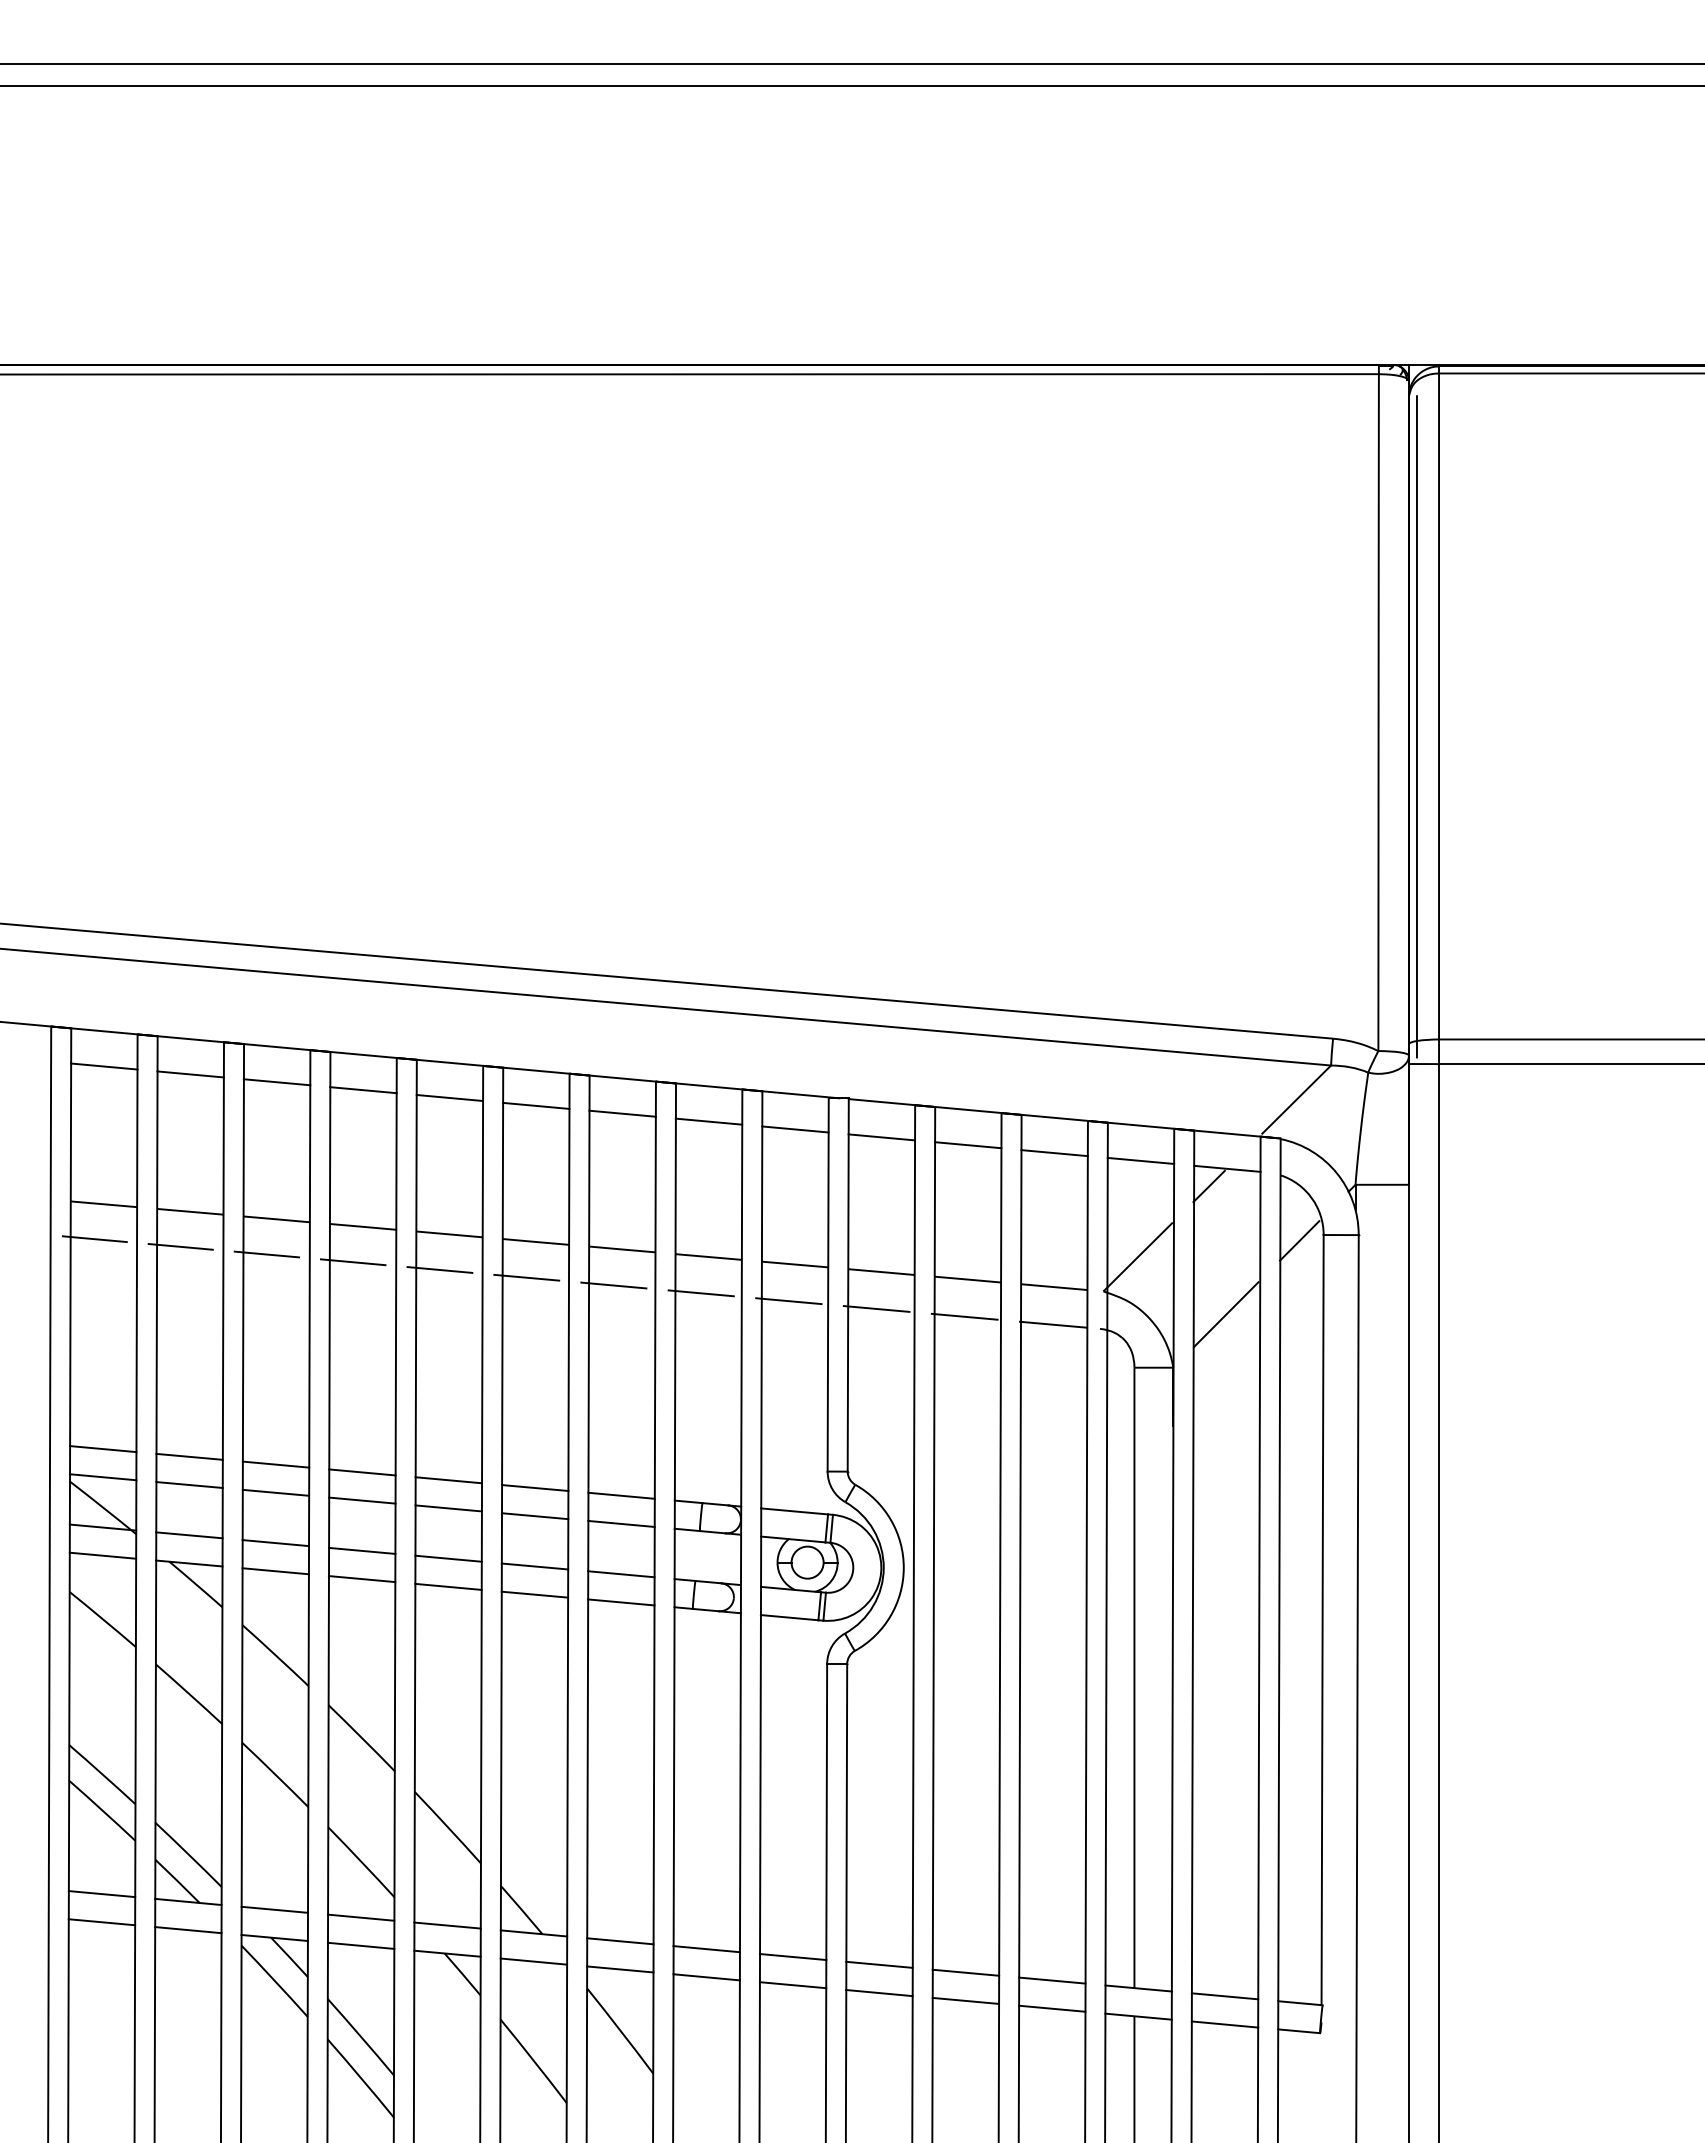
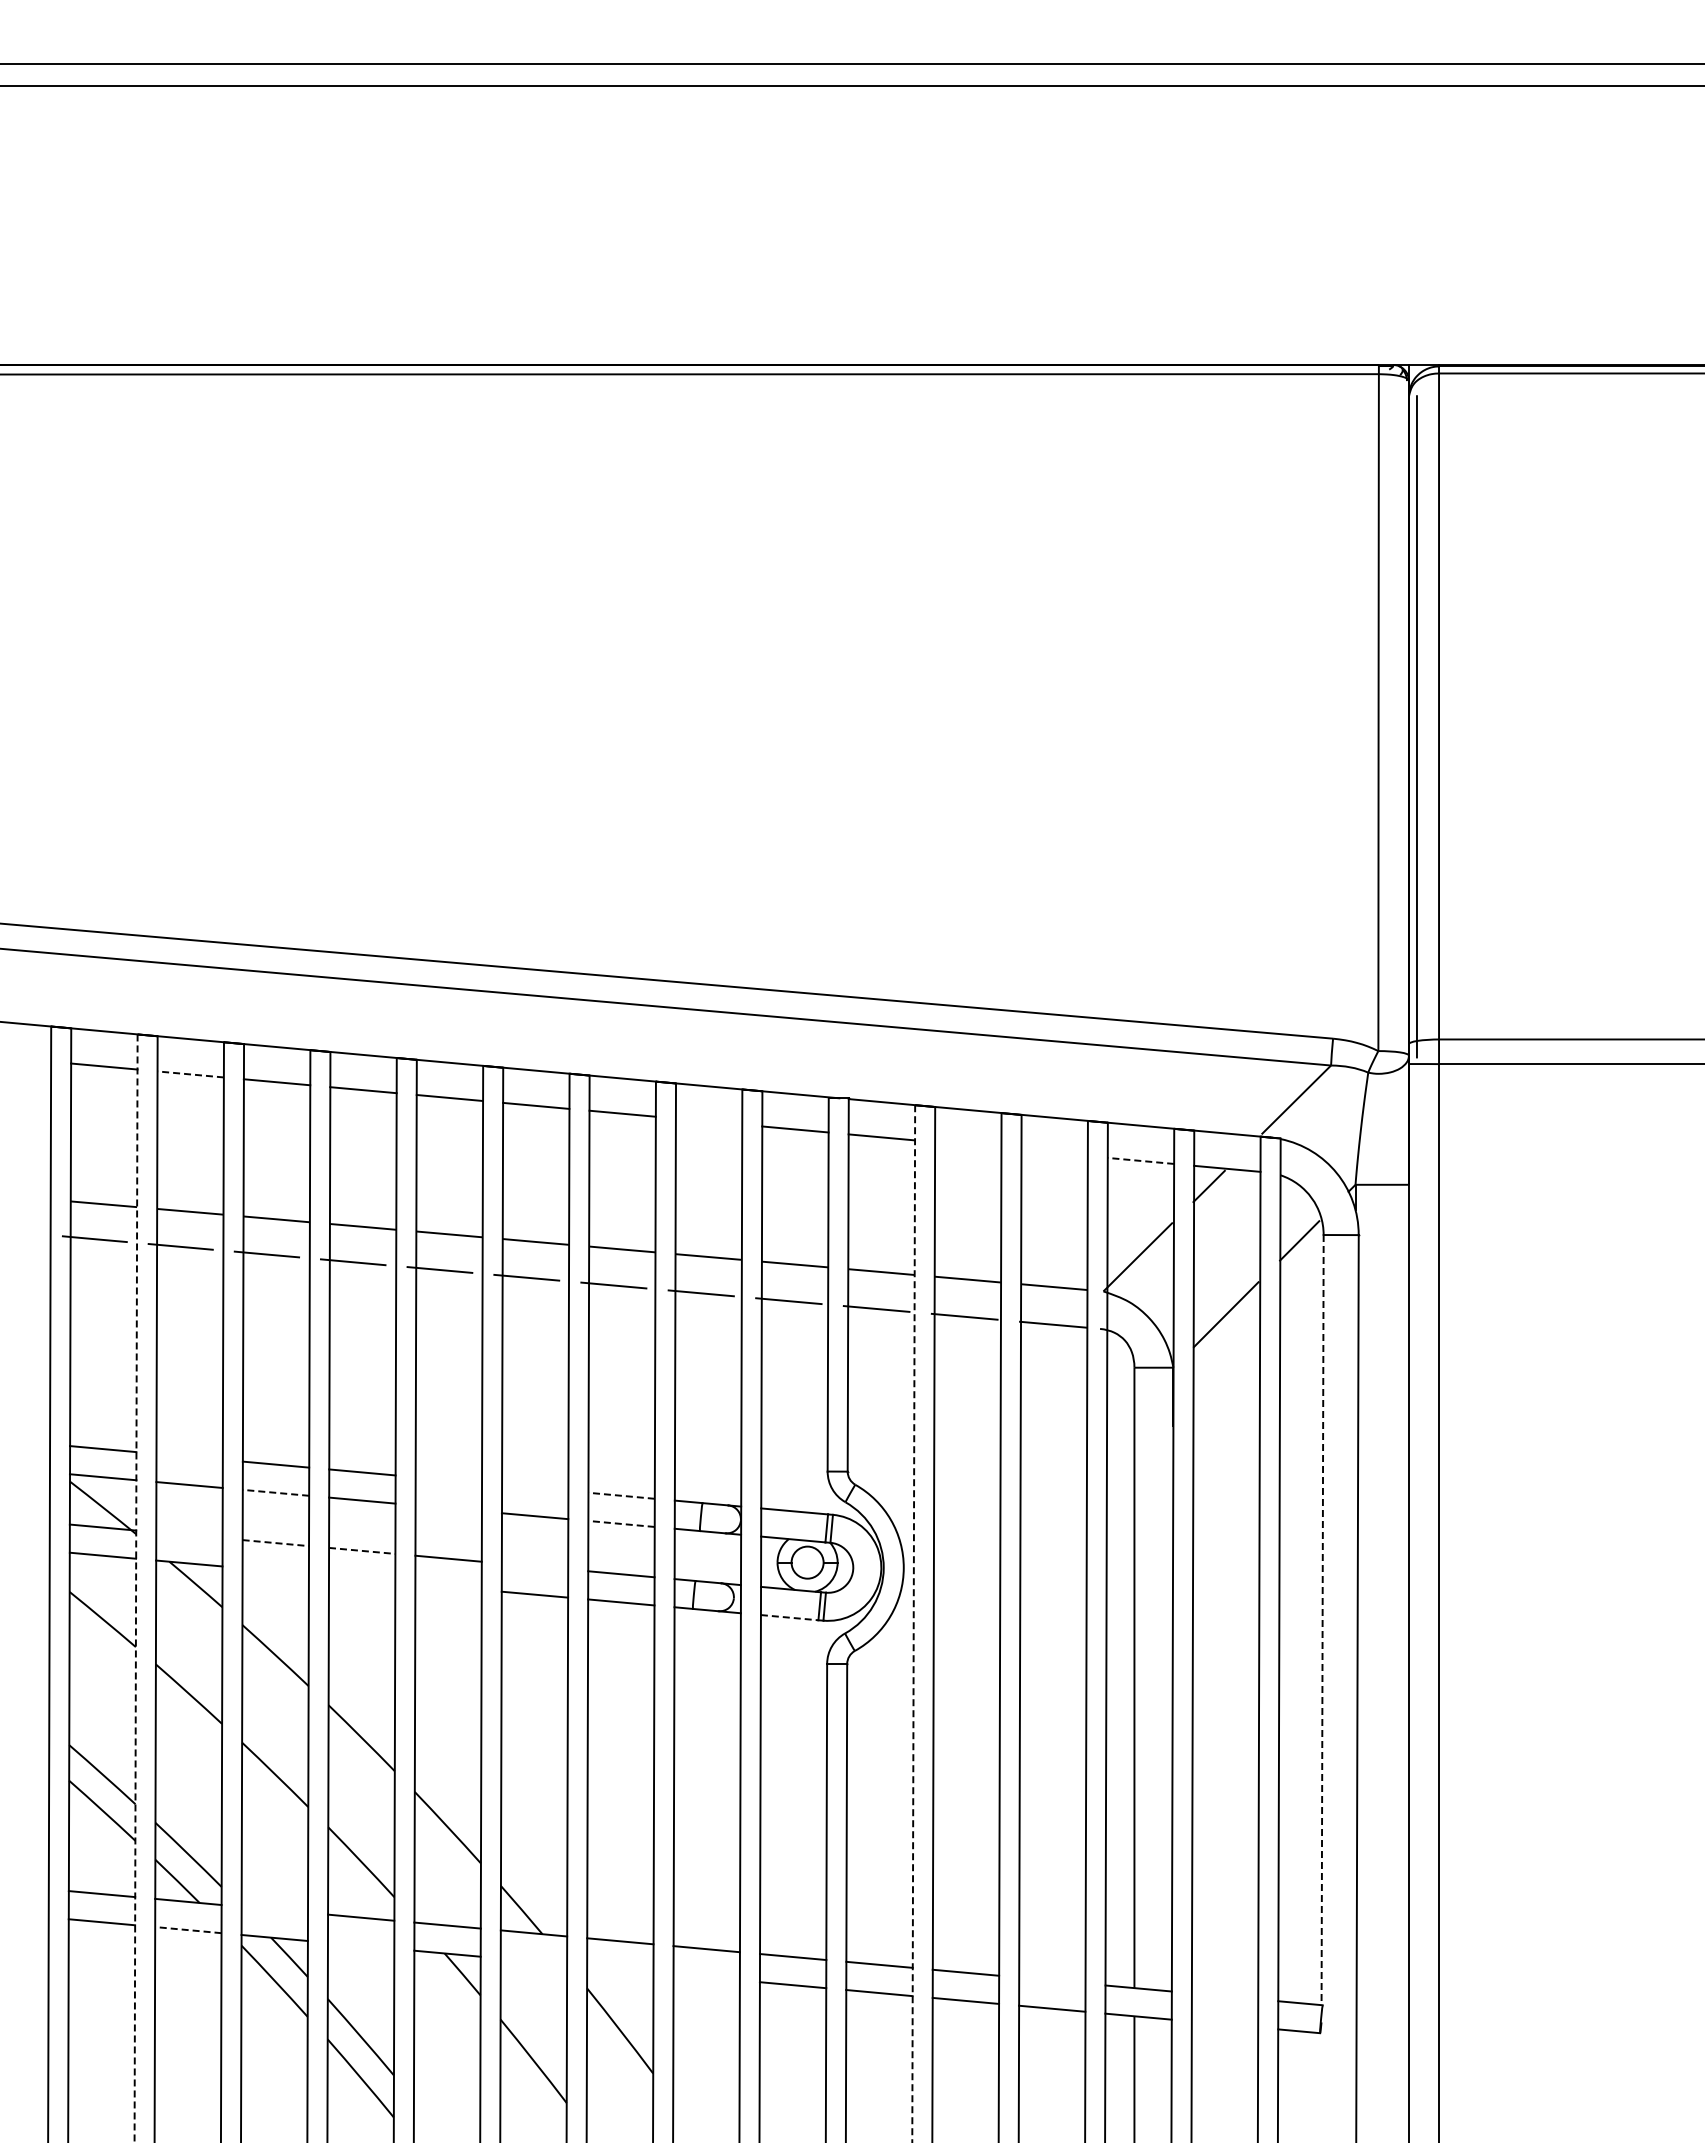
line at (190, 1074): solid -> dashed
line at (708, 1121): present -> none
line at (967, 1145): present -> none
line at (1054, 1153): present -> none
line at (1140, 1160): solid -> dashed
line at (189, 1456): present -> none
line at (448, 1480): present -> none
line at (535, 1487): present -> none
line at (275, 1492): solid -> dashed
line at (621, 1495): solid -> dashed
line at (448, 1508): present -> none
line at (620, 1523): solid -> dashed
line at (189, 1535): present -> none
line at (276, 1543): solid -> dashed
line at (362, 1550): solid -> dashed
line at (534, 1566): present -> none
line at (275, 1571): present -> none
line at (361, 1579): present -> none
line at (448, 1586): present -> none
line at (136, 1588): solid -> dashed
line at (789, 1617): solid -> dashed
line at (1322, 1620): solid -> dashed
line at (913, 1624): solid -> dashed
line at (274, 1909): present -> none
line at (187, 1930): solid -> dashed
line at (360, 1945): present -> none
line at (533, 1961): present -> none
line at (620, 1969): present -> none
line at (706, 1977): present -> none
line at (1052, 1980): present -> none
line at (1224, 1996): present -> none
line at (1224, 2024): present -> none
